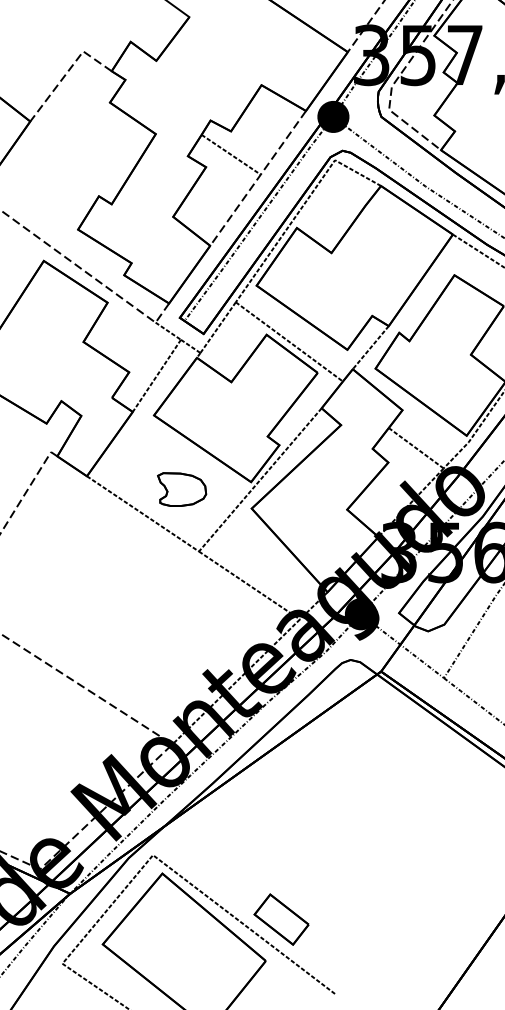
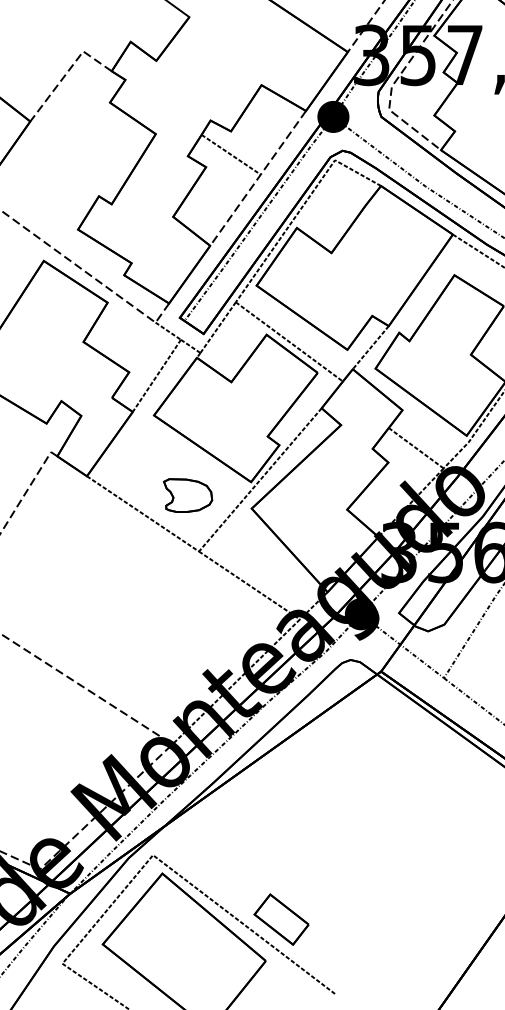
part at (182, 489) position: (182, 489) -> (188, 495)
